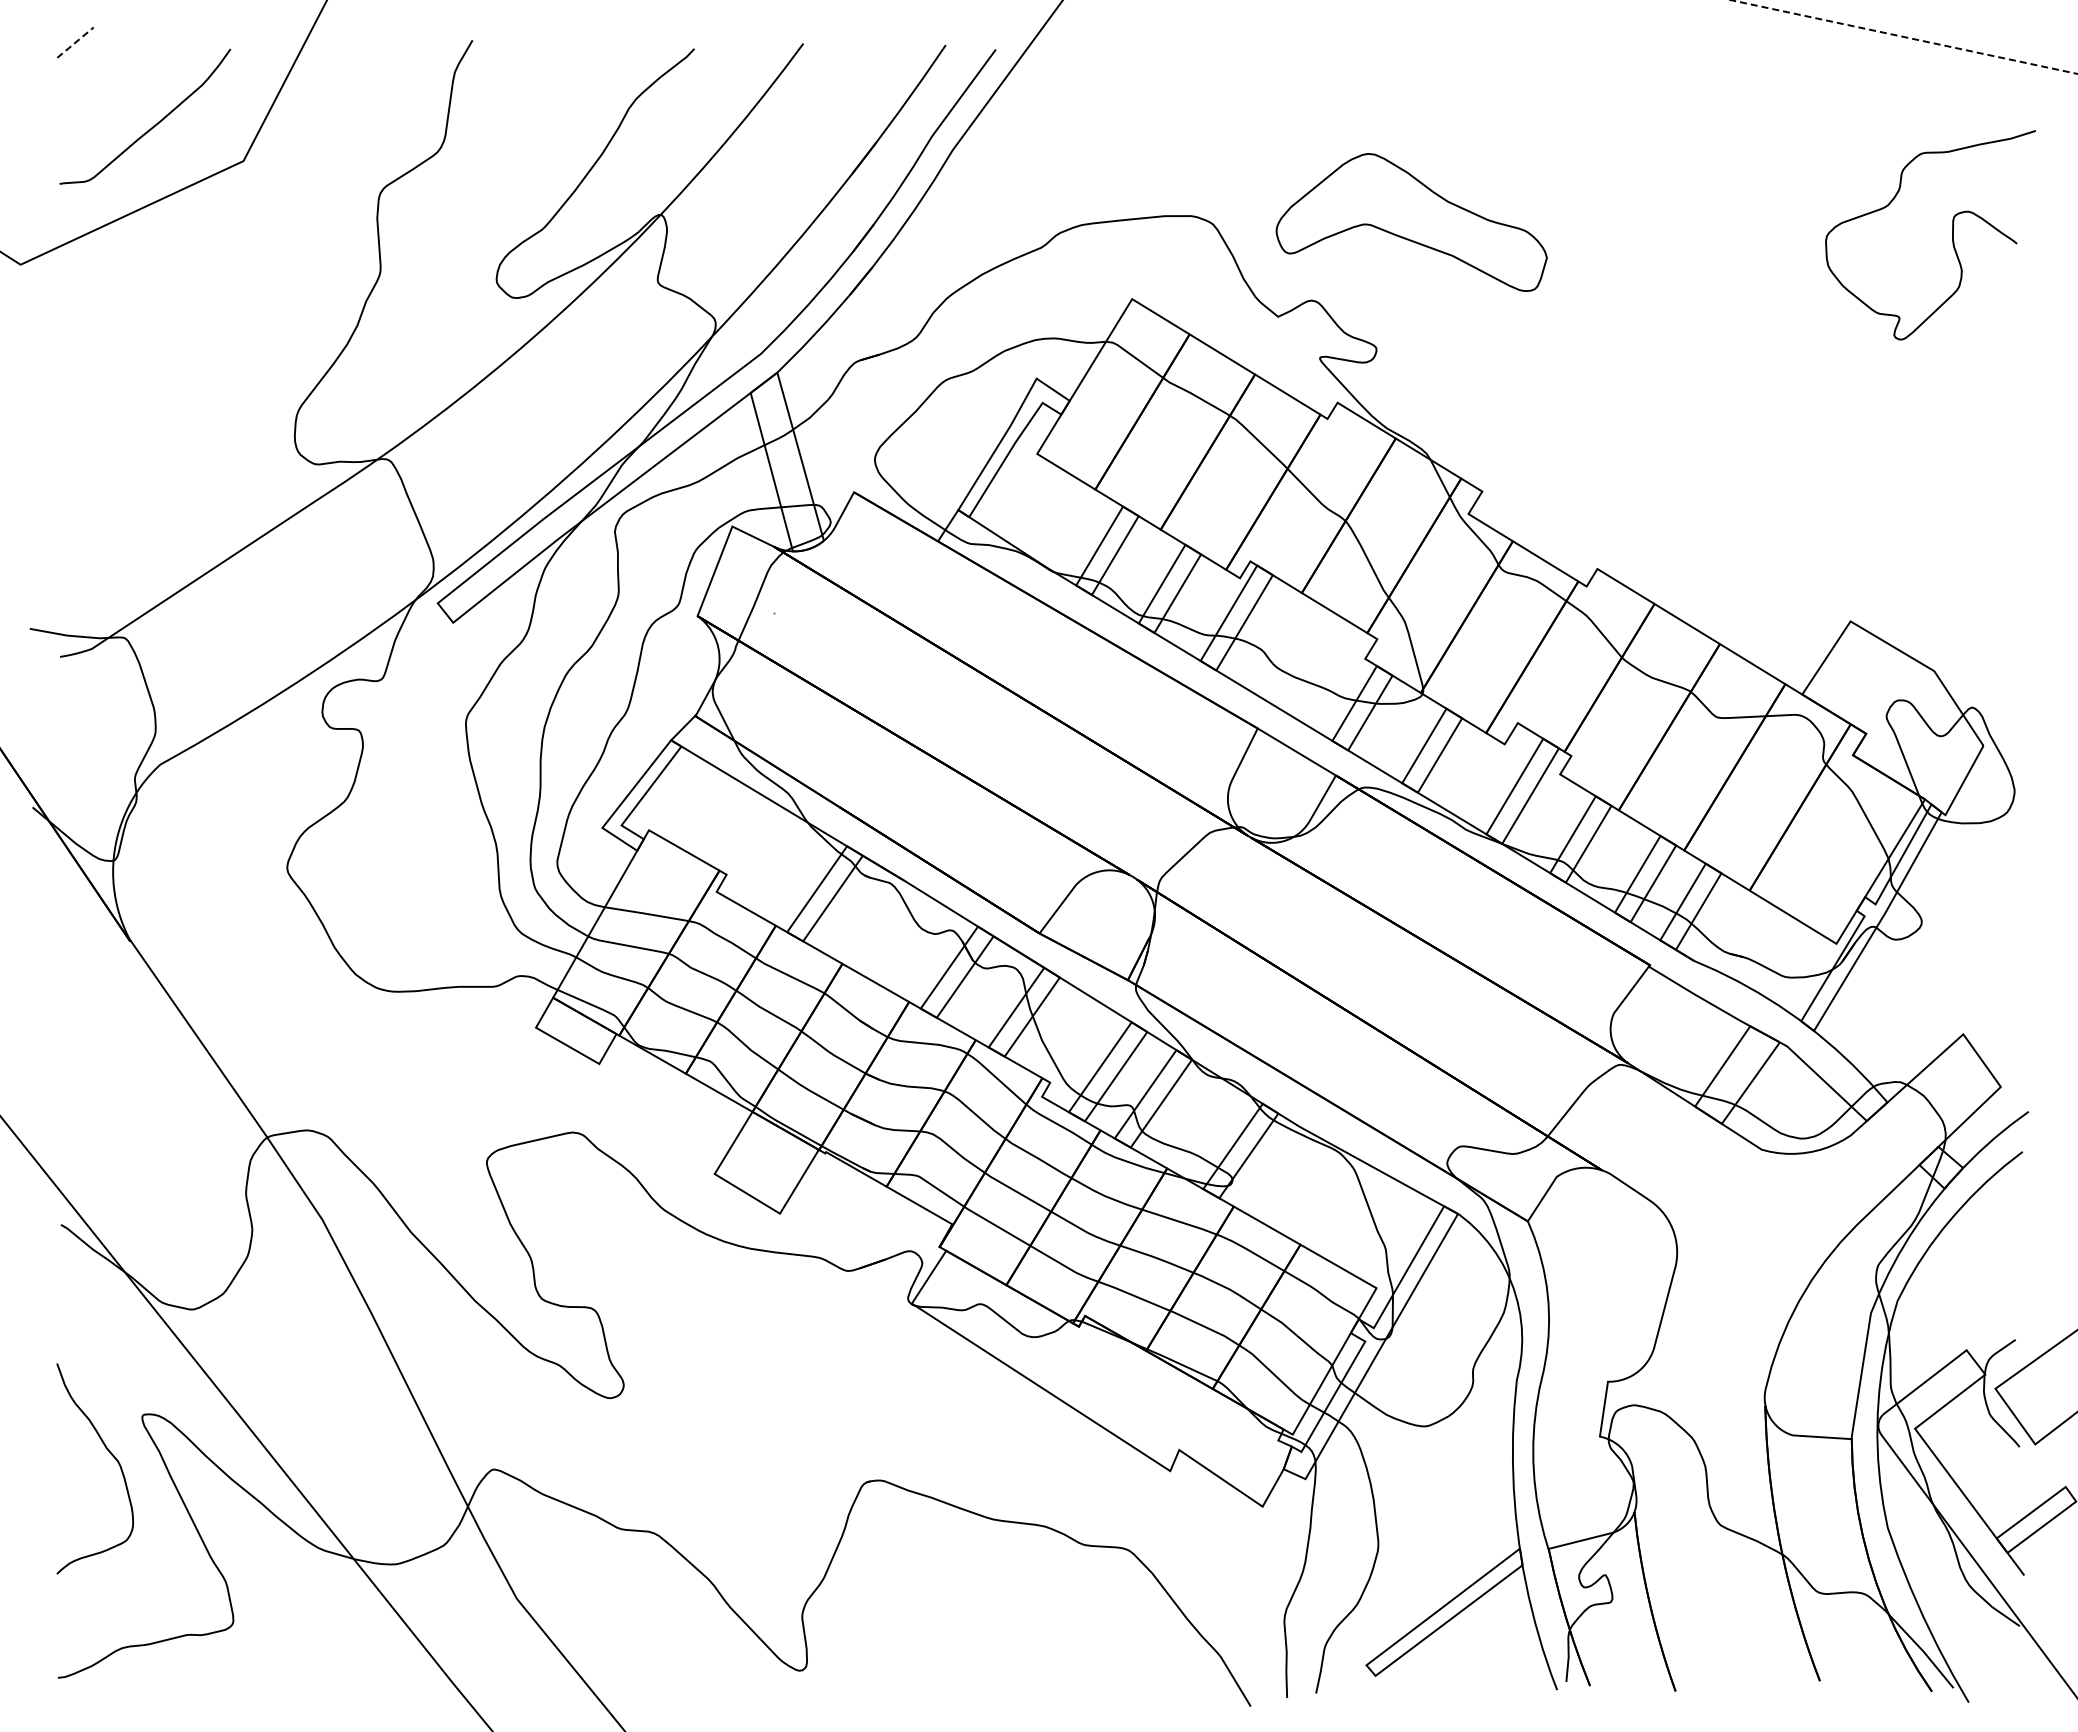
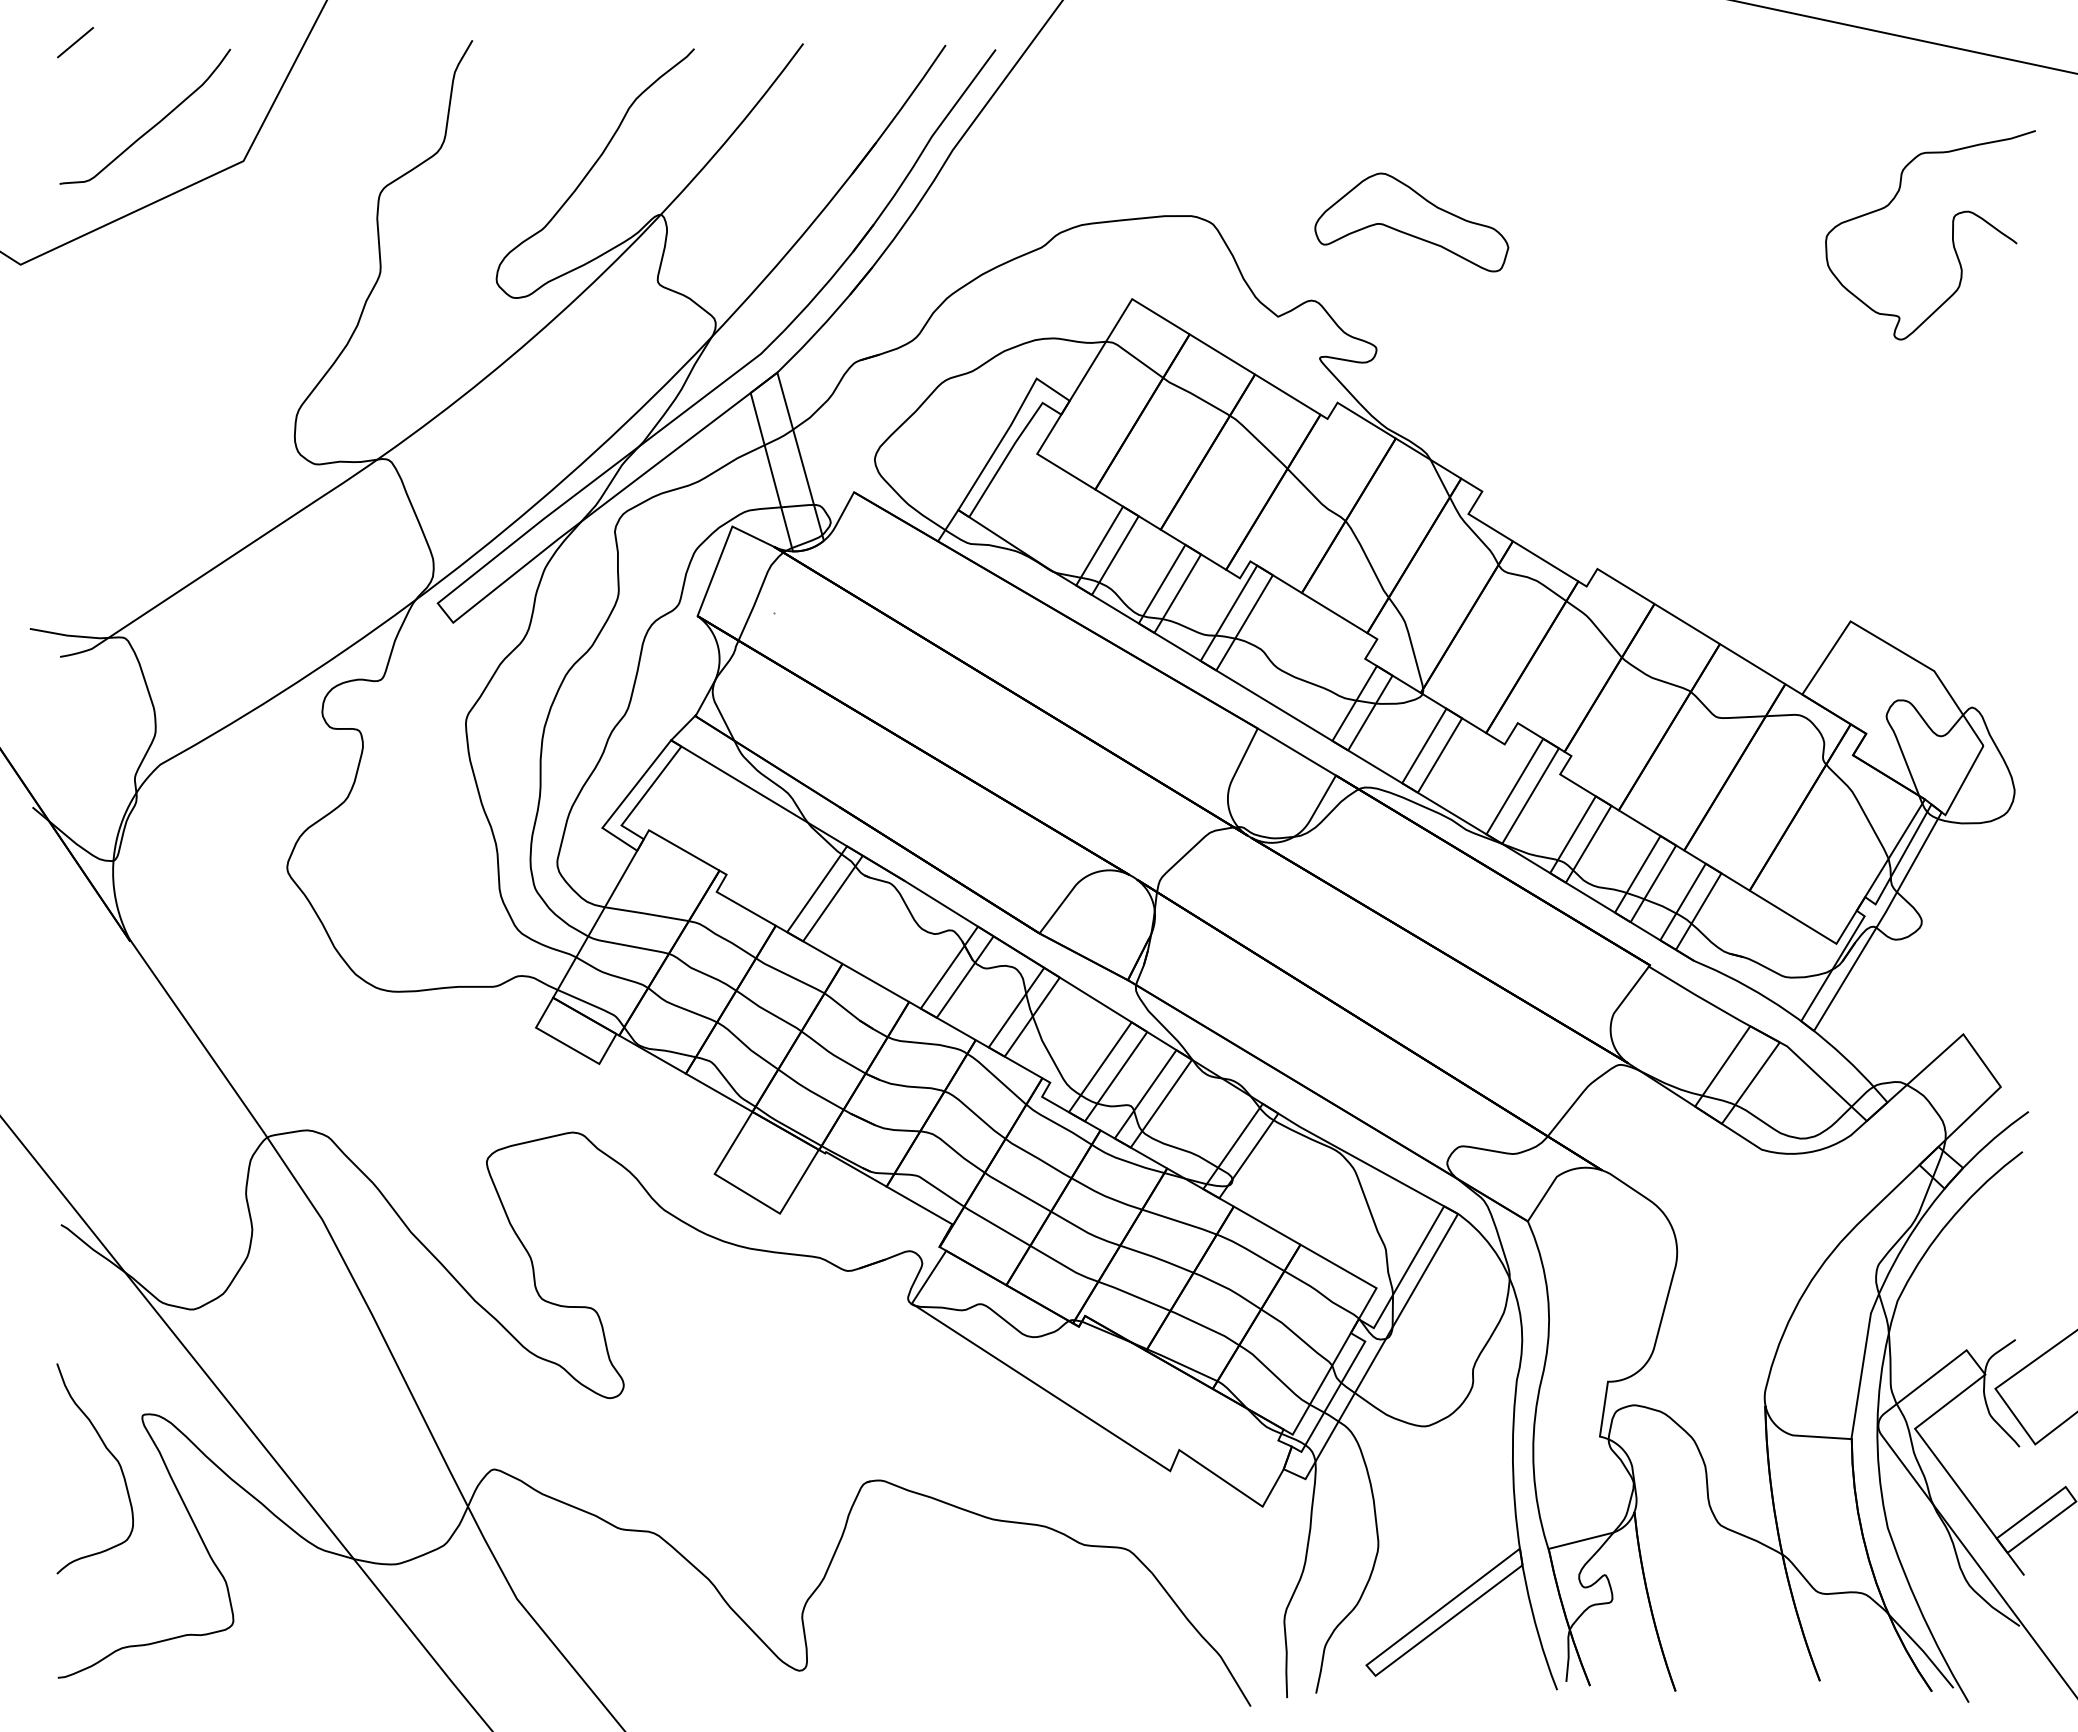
line at (1903, 36): dashed -> solid
line at (75, 42): dashed -> solid
part at (1411, 222) size: 273x139 px -> 196x101 px
